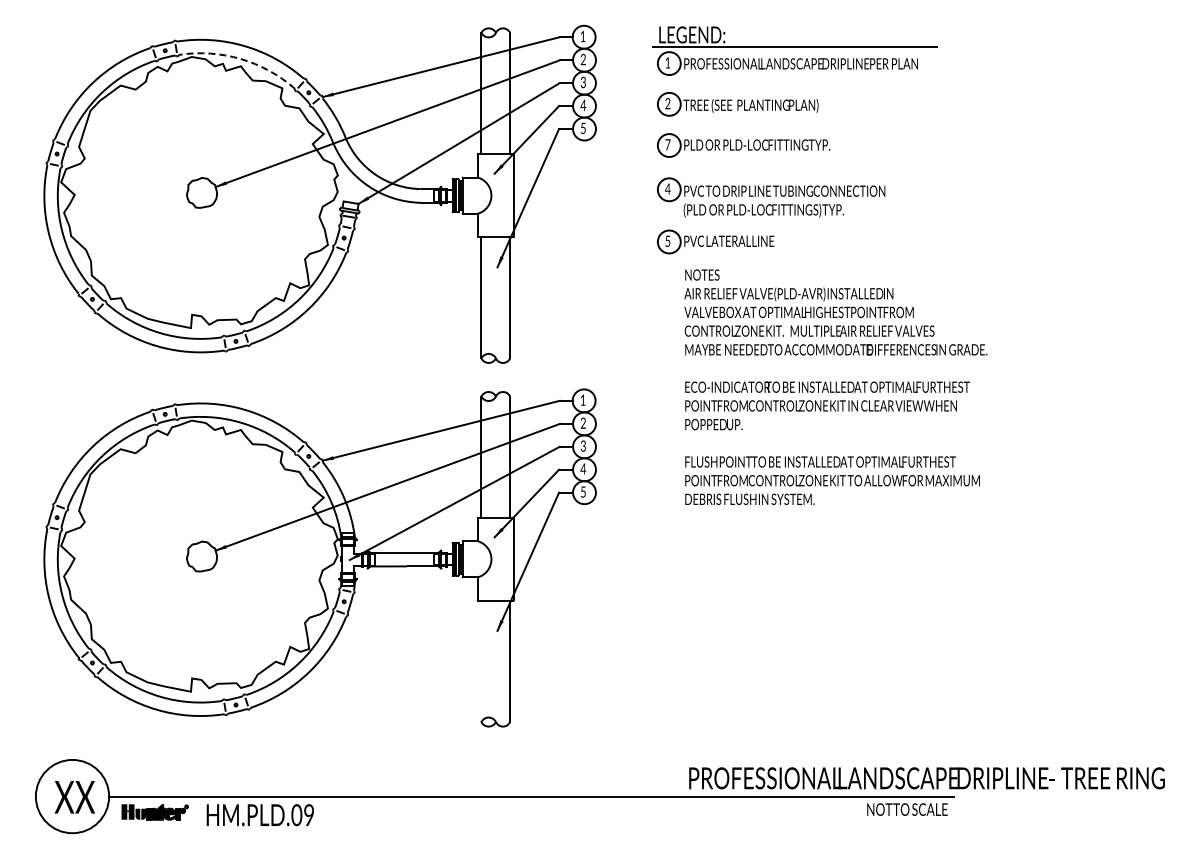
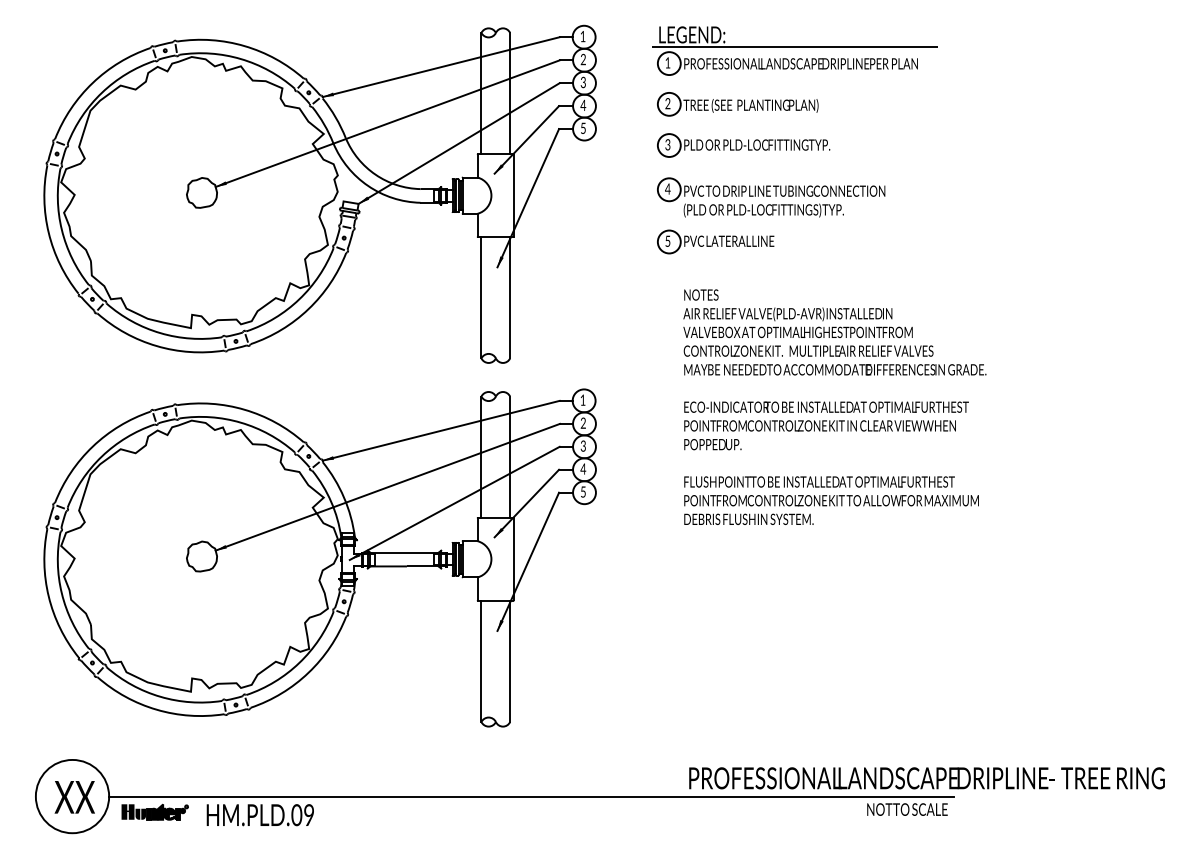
arc at (240, 59): dashed -> solid
text at (667, 144): 7 -> 3
text at (835, 386) position: (835, 386) -> (834, 406)
line at (481, 661): none -> present
